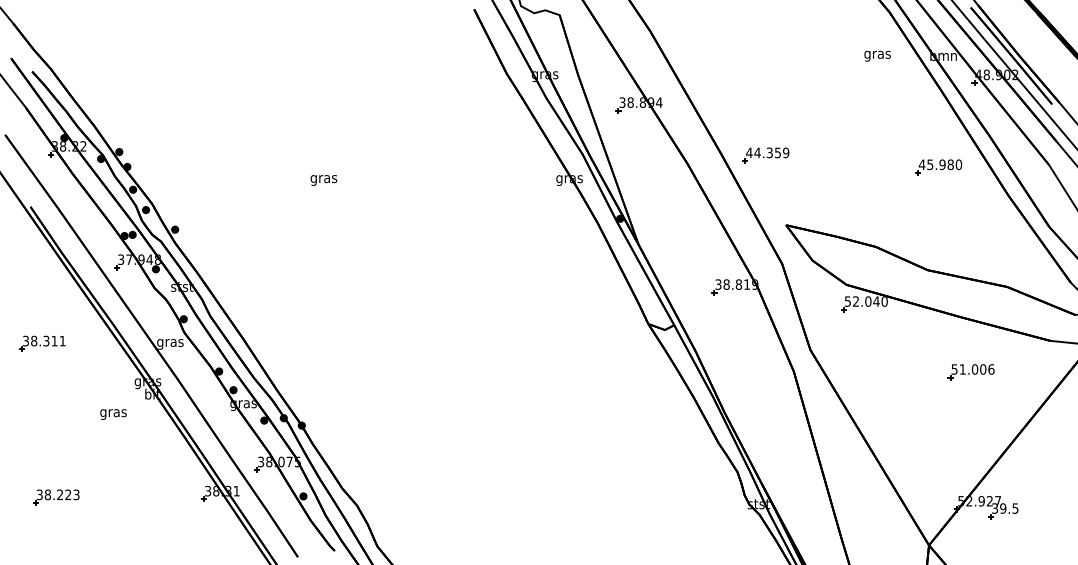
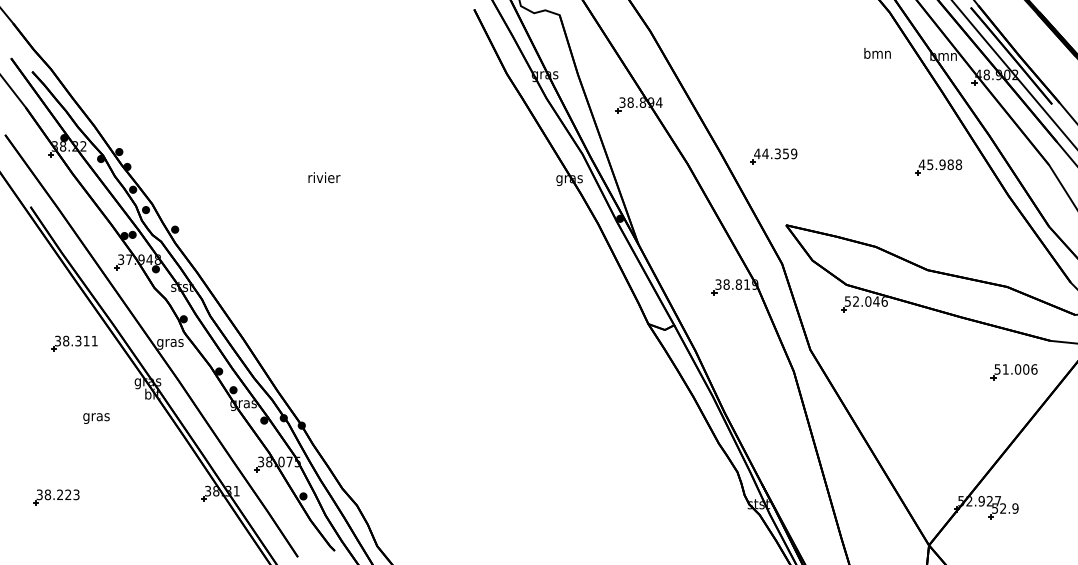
text at (877, 54): gras -> bmn
part at (765, 155) position: (765, 155) -> (773, 156)
text at (958, 164): 45.980 -> 45.988
text at (324, 178): gras -> rivier
text at (884, 301): 52.040 -> 52.046
part at (42, 343) position: (42, 343) -> (74, 343)
part at (970, 372) position: (970, 372) -> (1013, 372)
text at (113, 414) position: (113, 414) -> (96, 418)
text at (1005, 508): 39.5 -> 52.9
